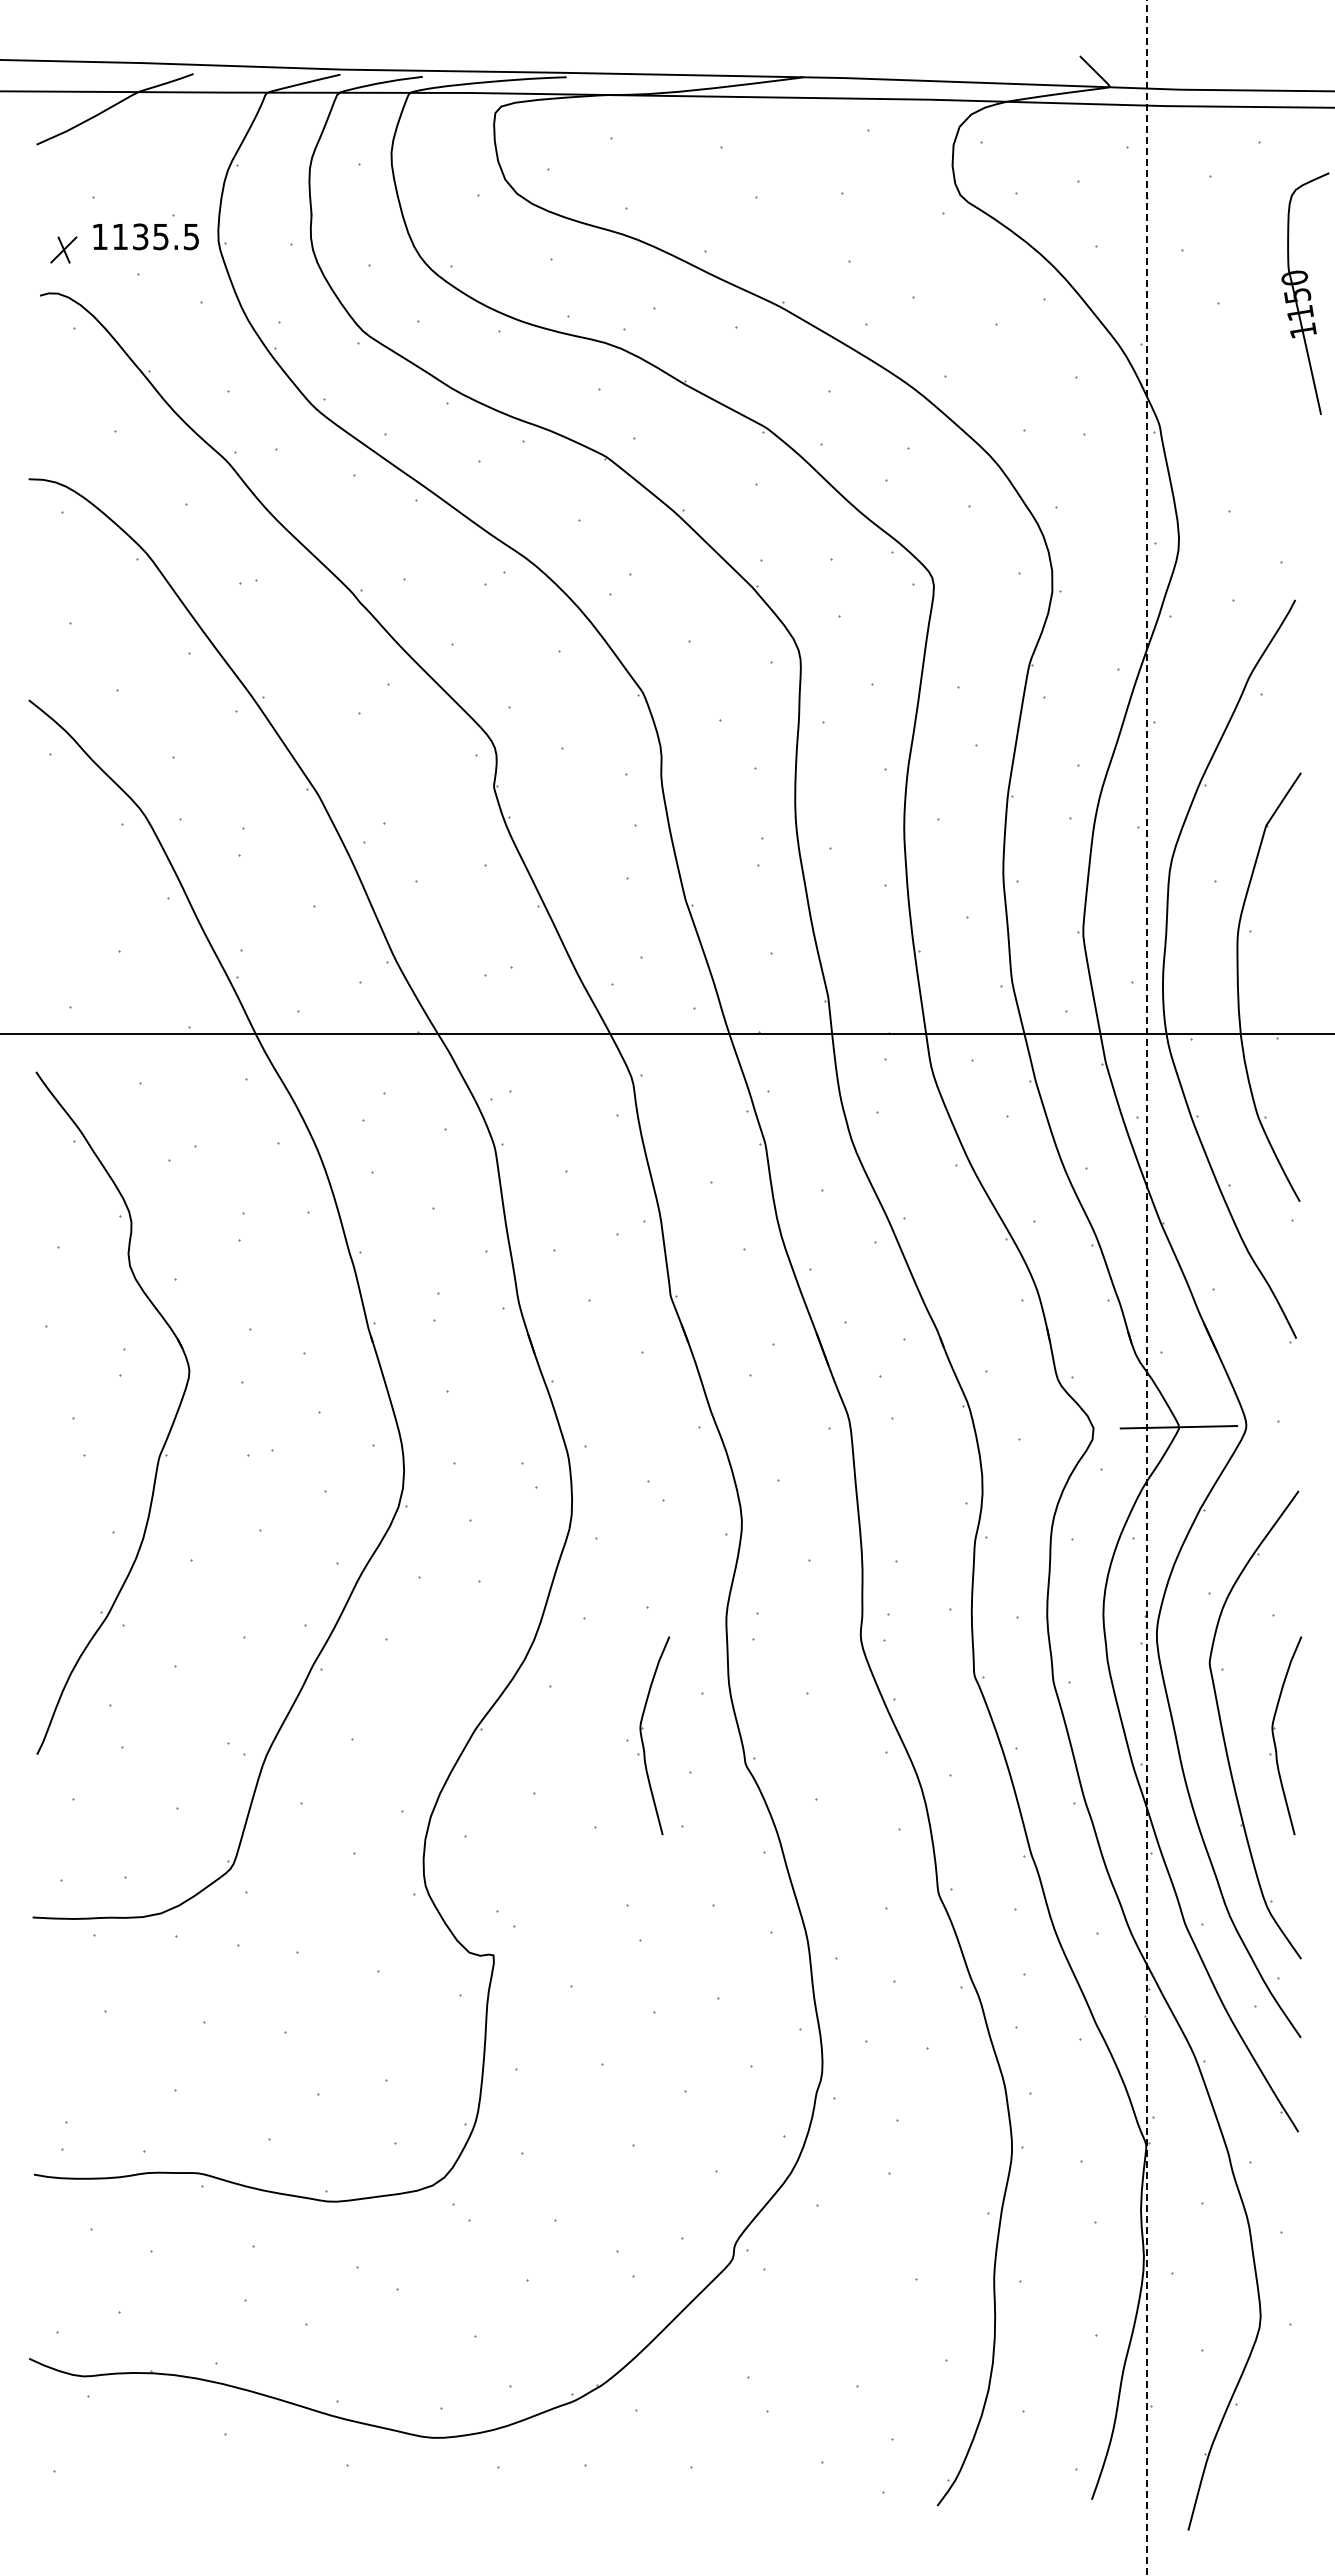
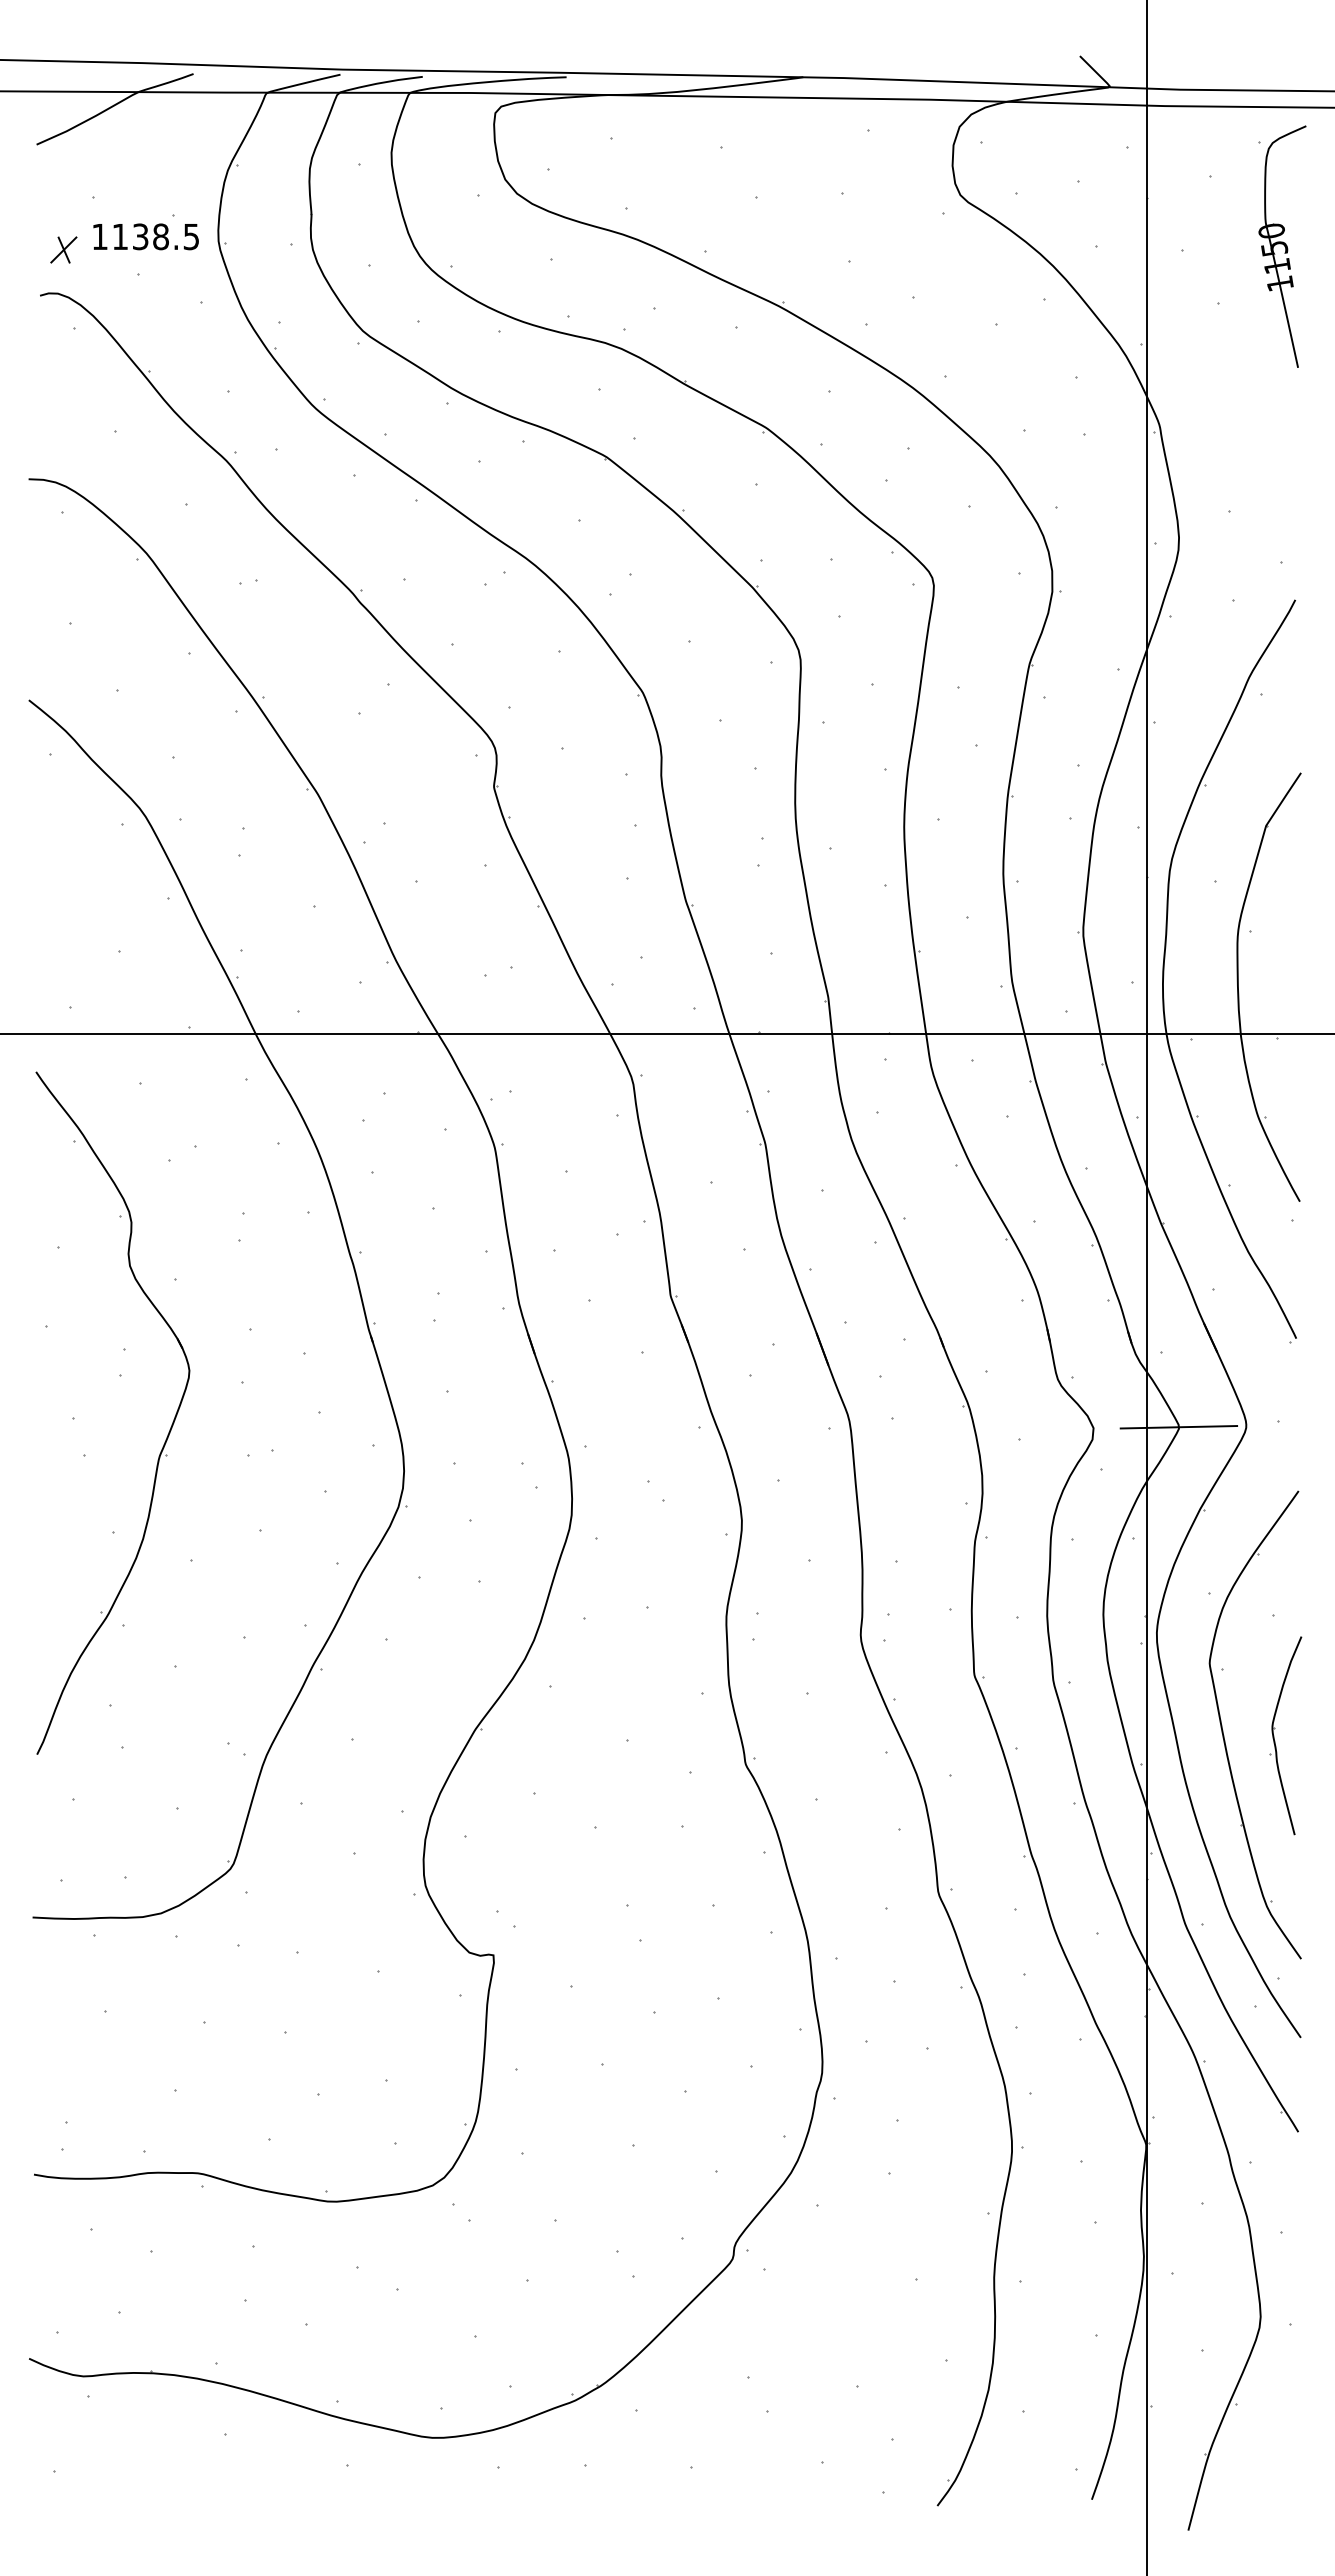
text at (160, 236): 1135.5 -> 1138.5
part at (1305, 293) position: (1305, 293) -> (1282, 246)
line at (1147, 1288): dashed -> solid
part at (642, 1735): present -> none
